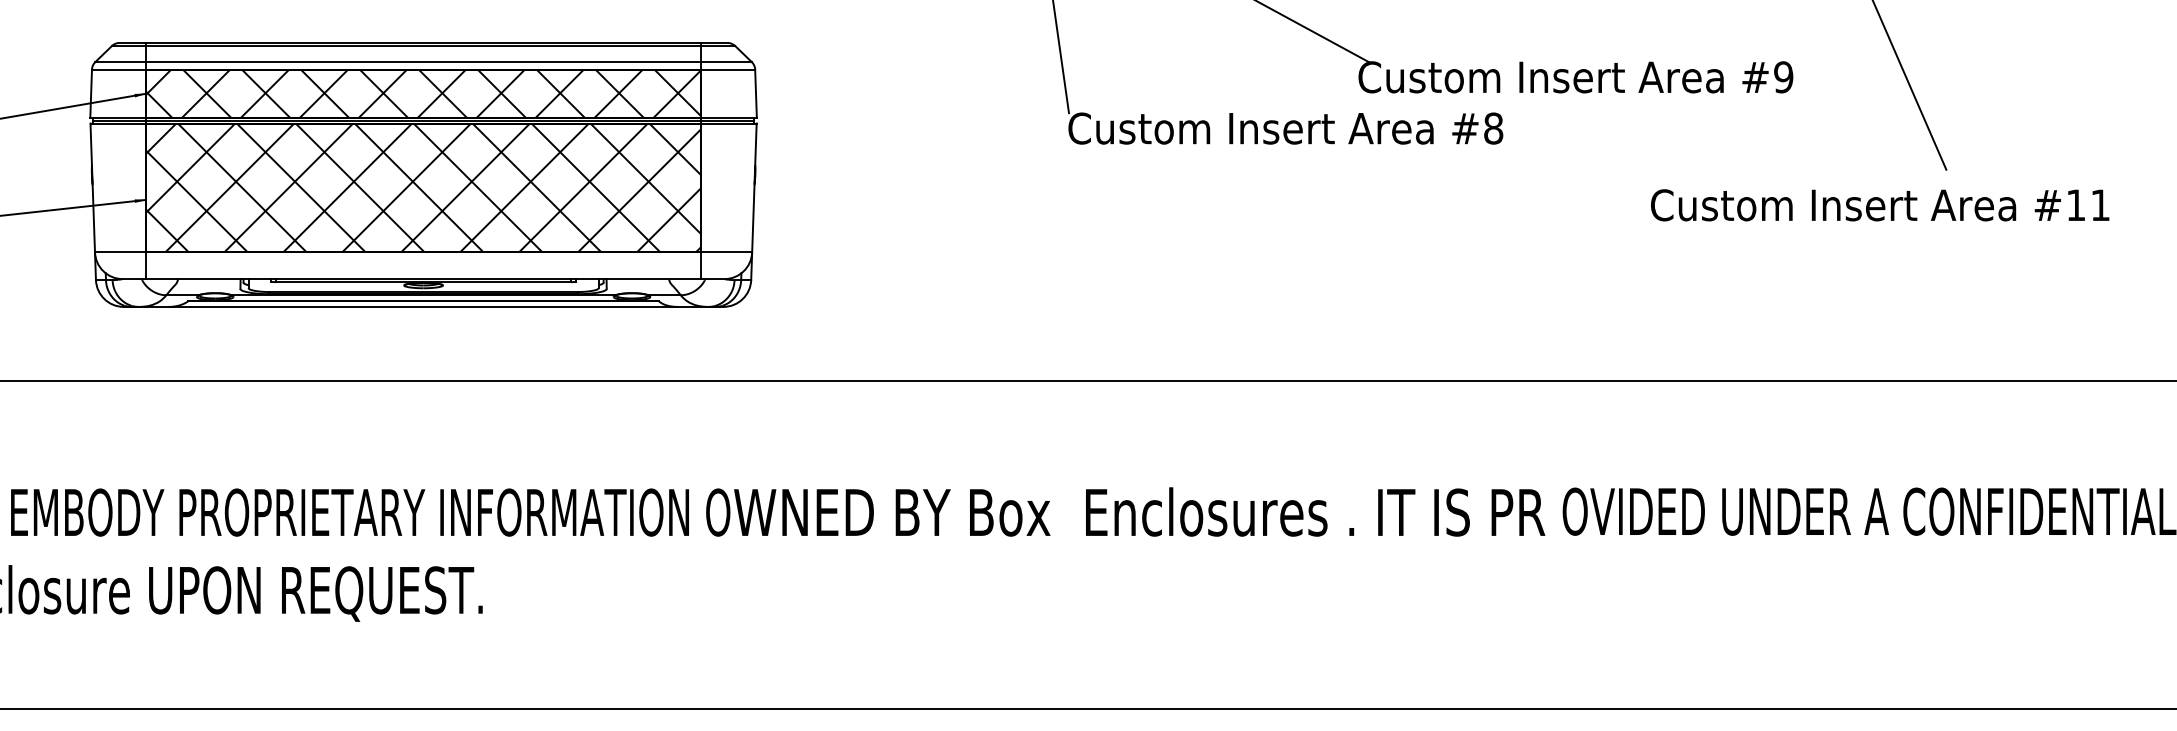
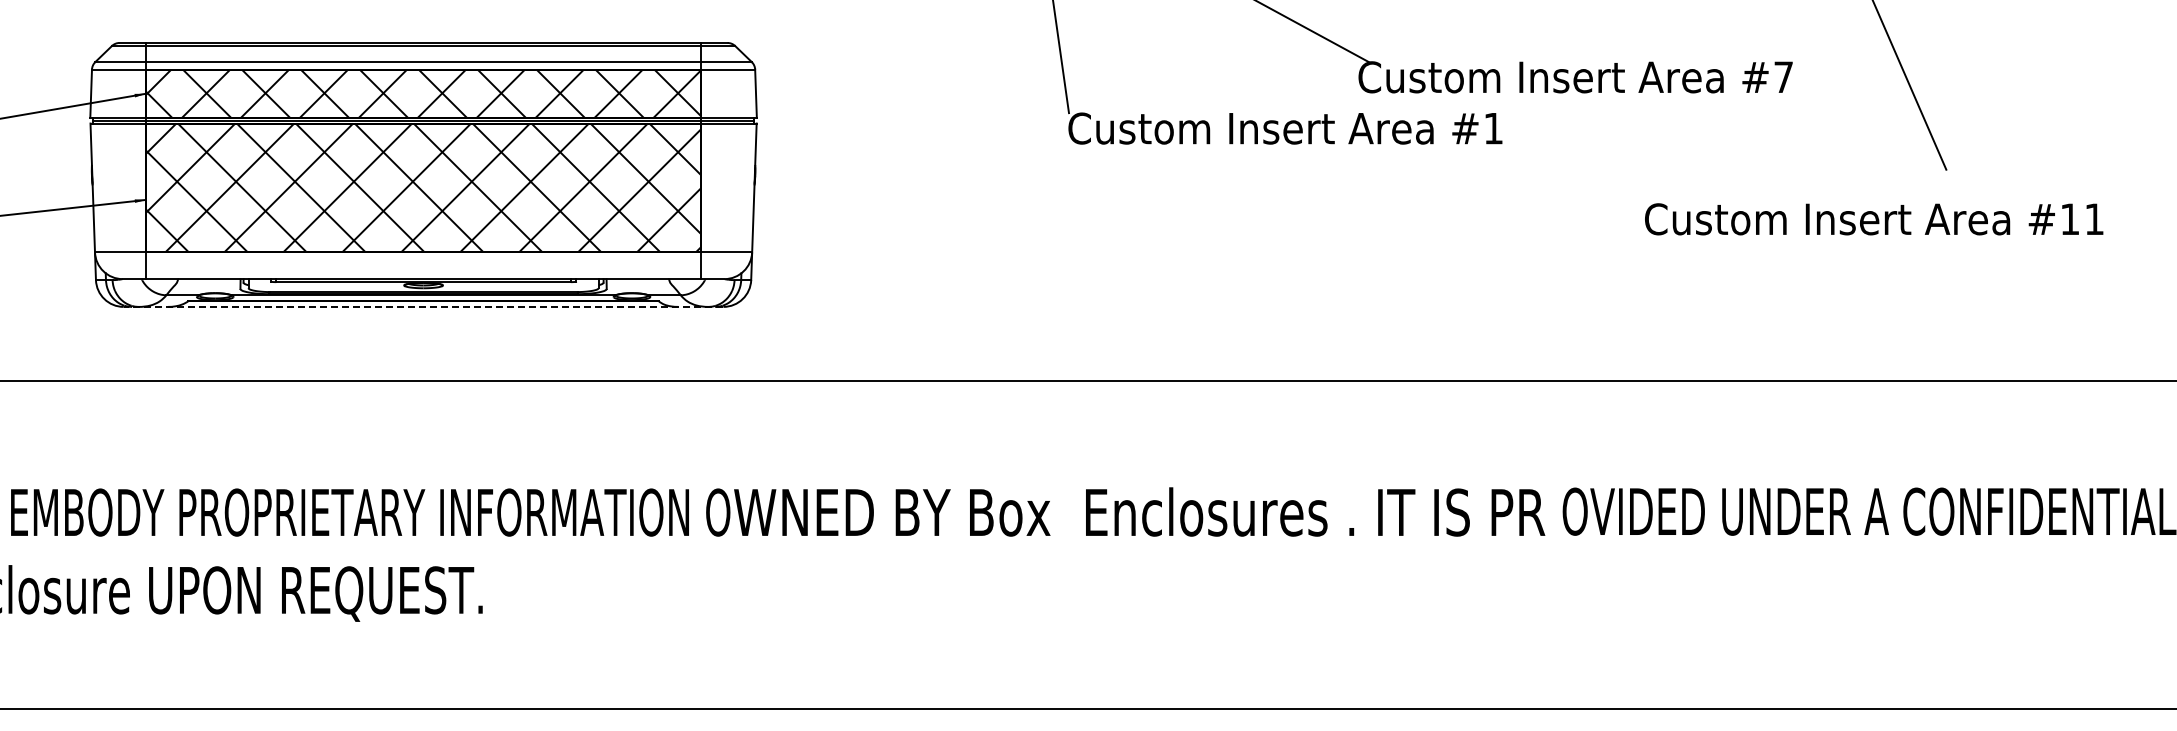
text at (1783, 77): #9 -> #7
text at (1493, 128): #8 -> #1
text at (1880, 205) position: (1880, 205) -> (1874, 219)
line at (423, 306): solid -> dashed
